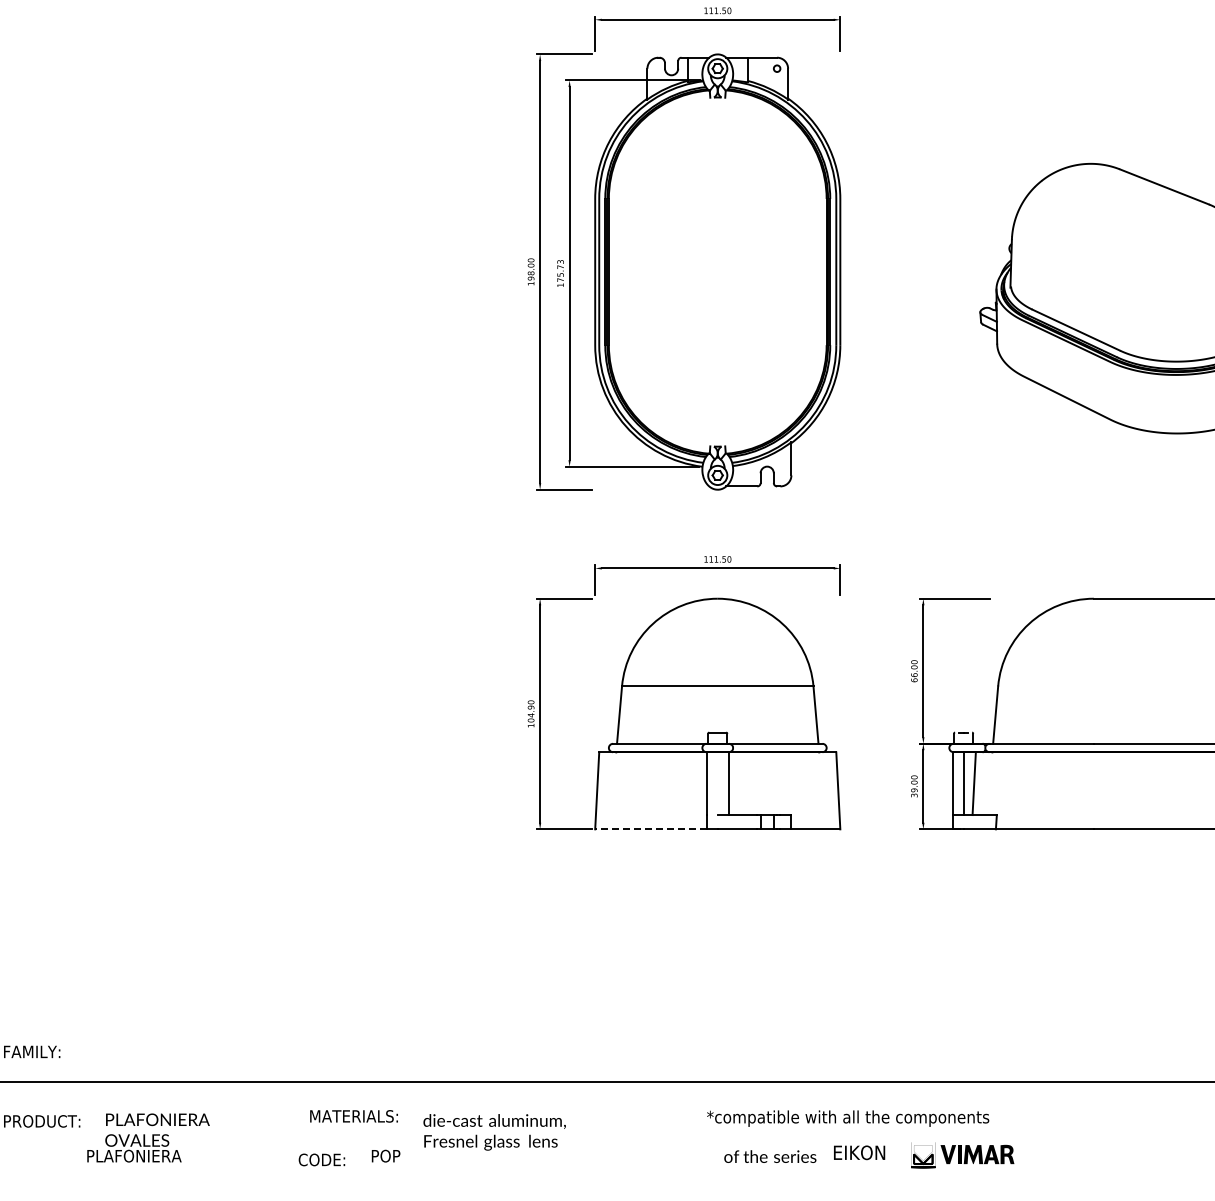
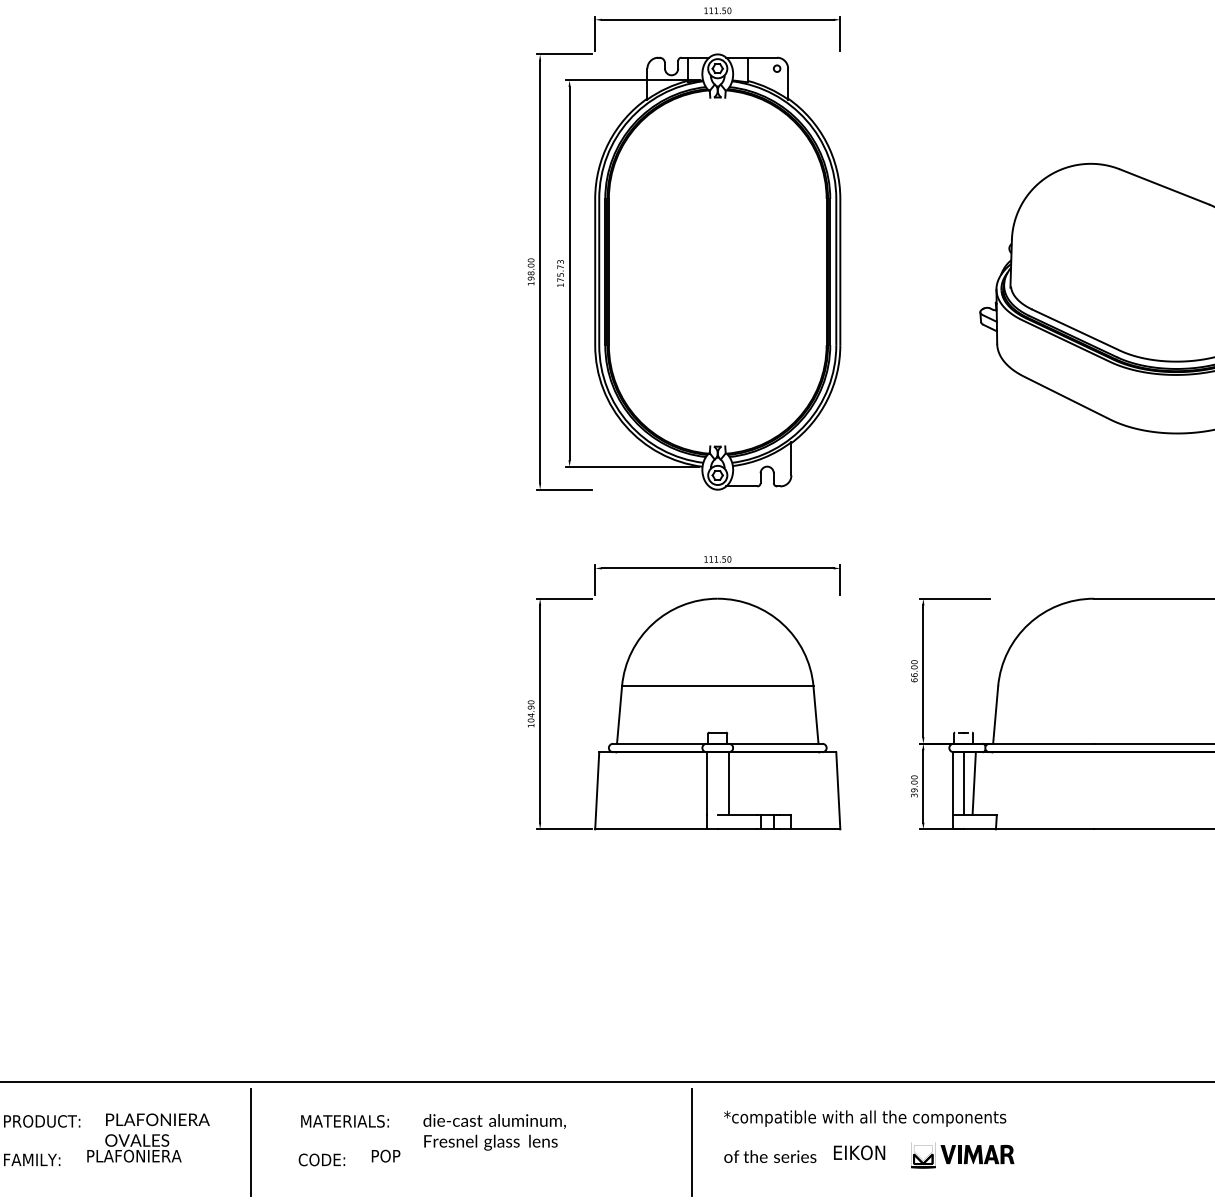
line at (650, 829): dashed -> solid
text at (32, 1051) position: (32, 1051) -> (32, 1159)
text at (353, 1116) position: (353, 1116) -> (344, 1121)
text at (848, 1118) position: (848, 1118) -> (865, 1118)
line at (250, 1141): none -> present
line at (691, 1141): none -> present
